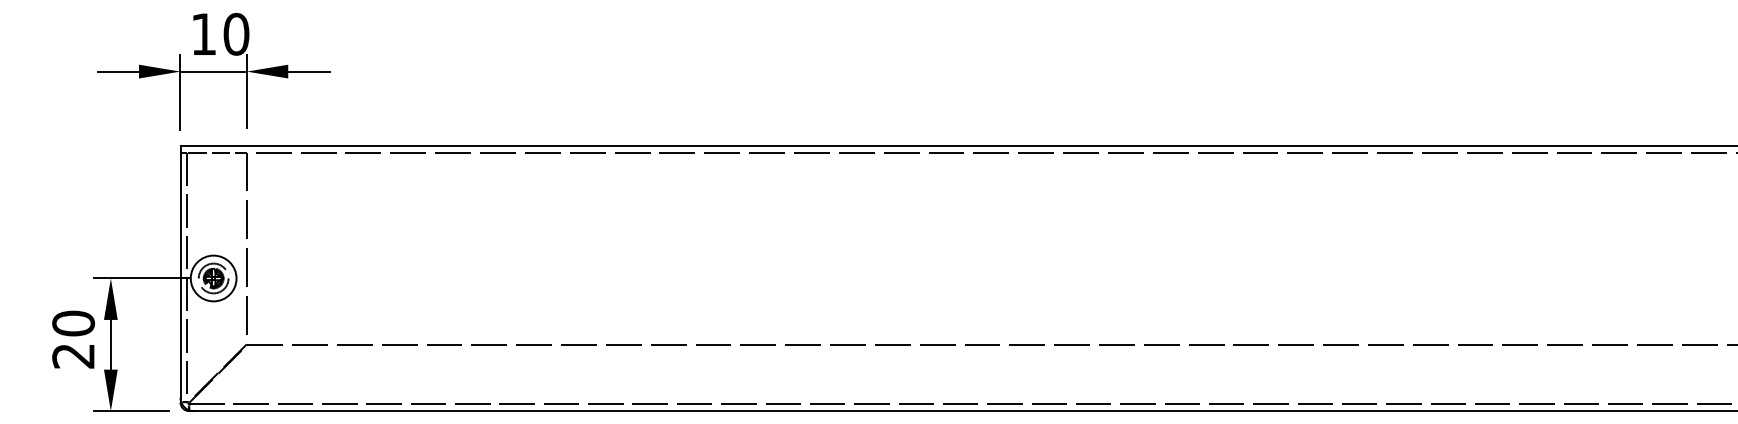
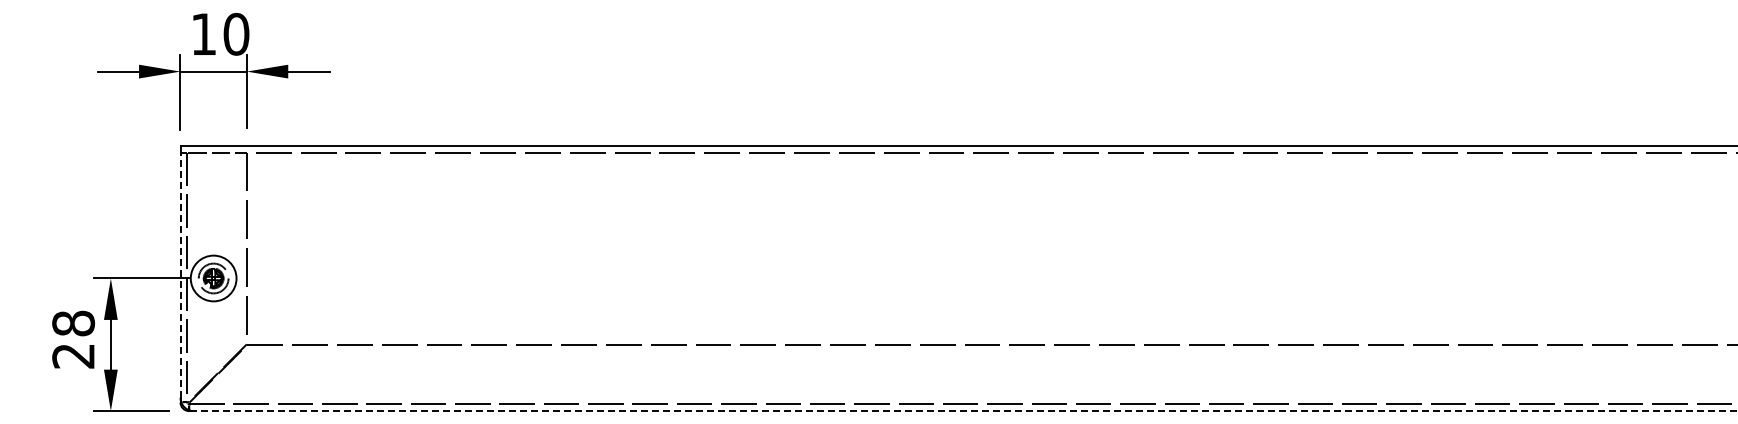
line at (180, 276): solid -> dashed
text at (73, 323): 20 -> 28
line at (965, 411): solid -> dashed
